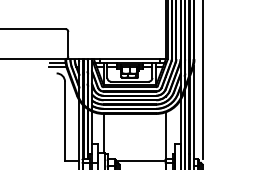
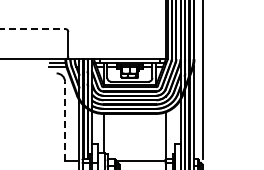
line at (33, 29): solid -> dashed
line at (65, 120): solid -> dashed
